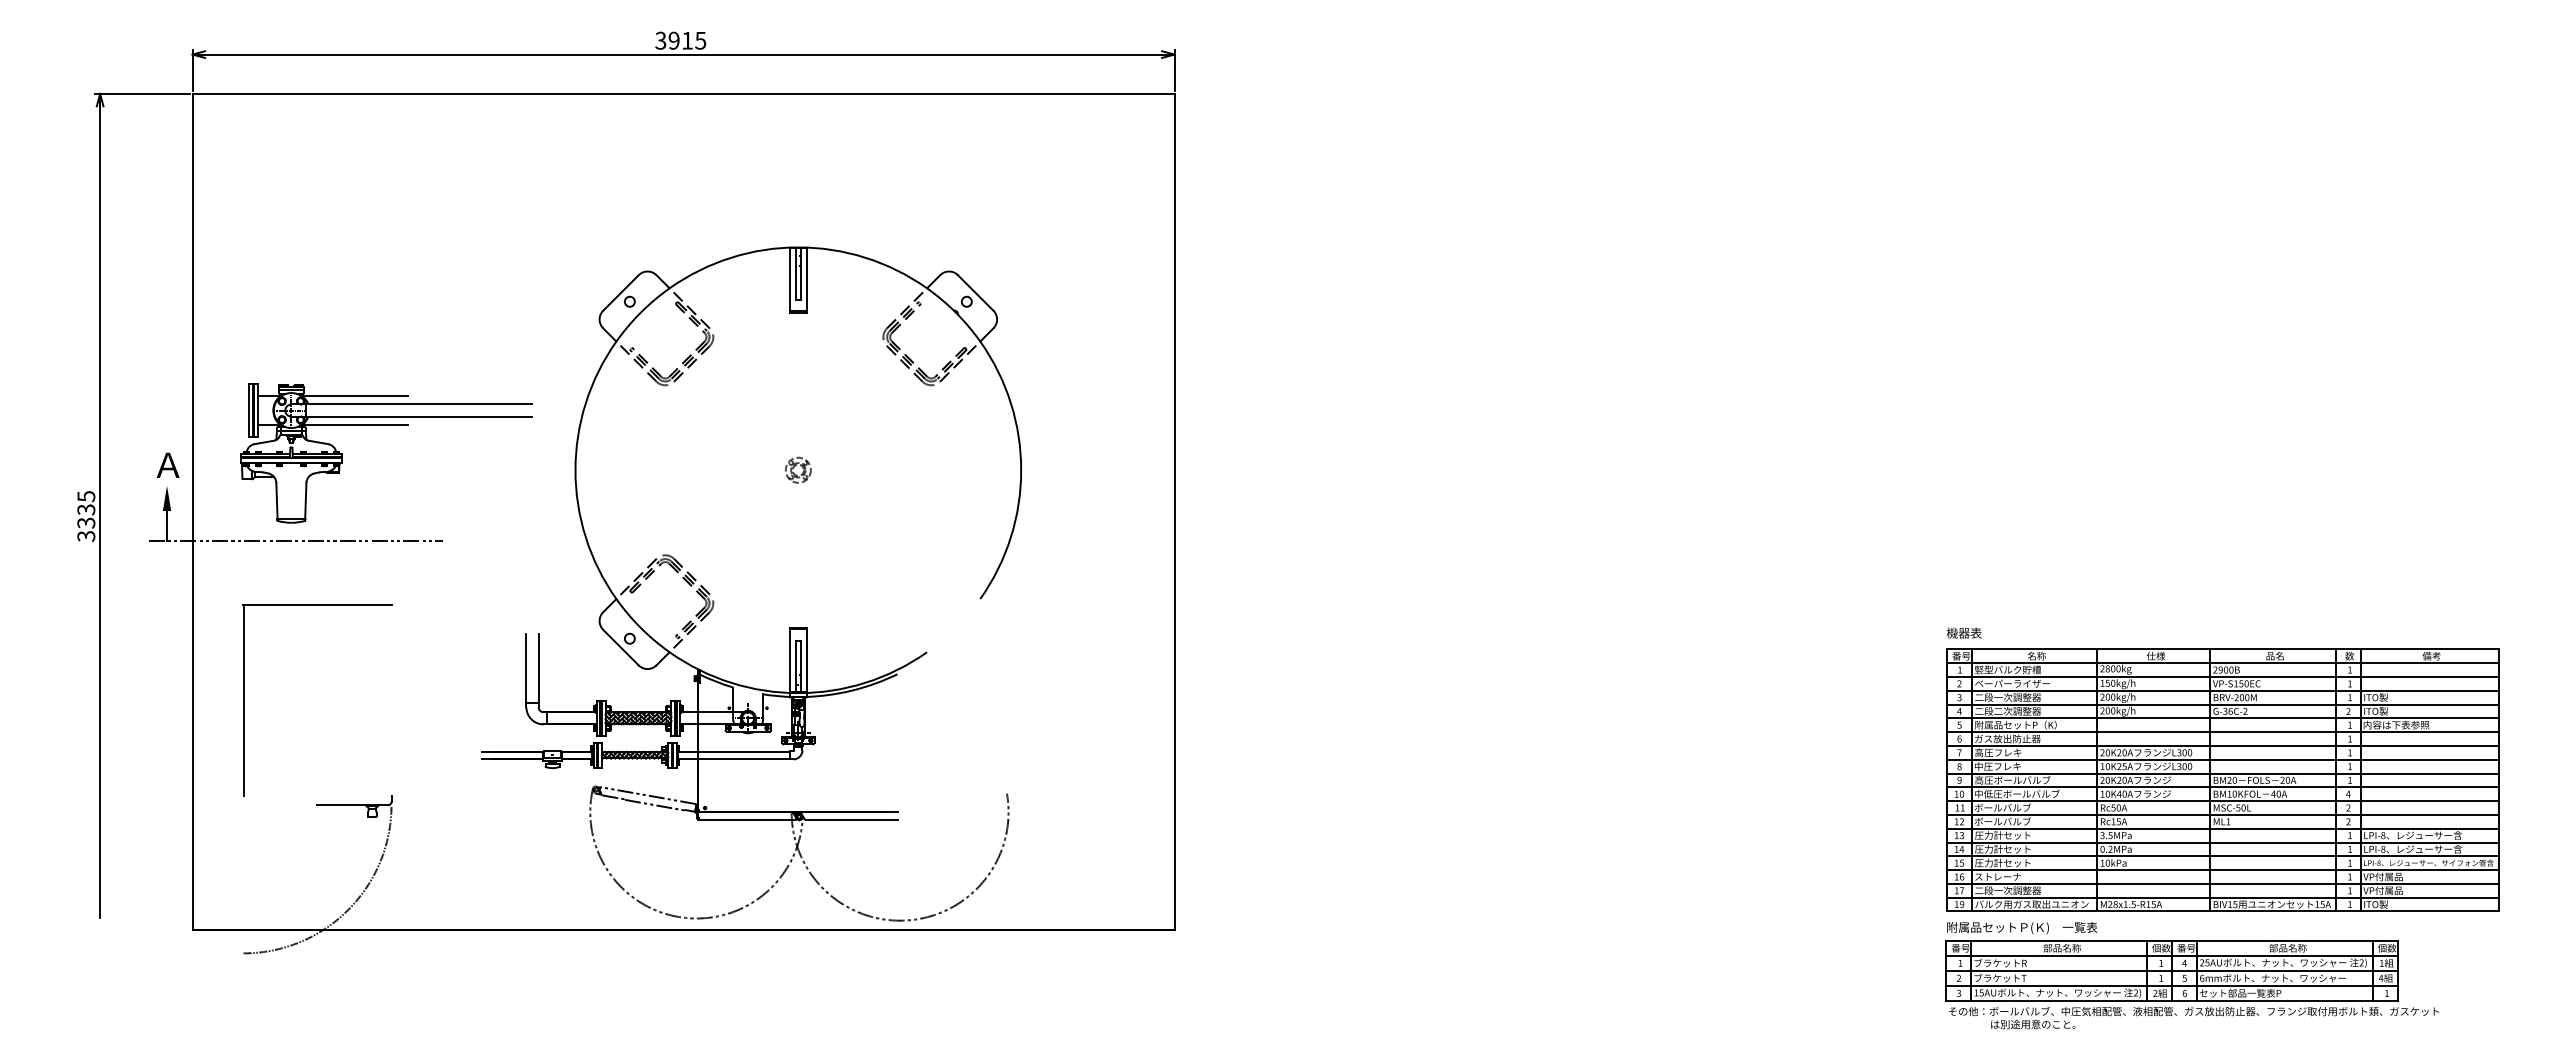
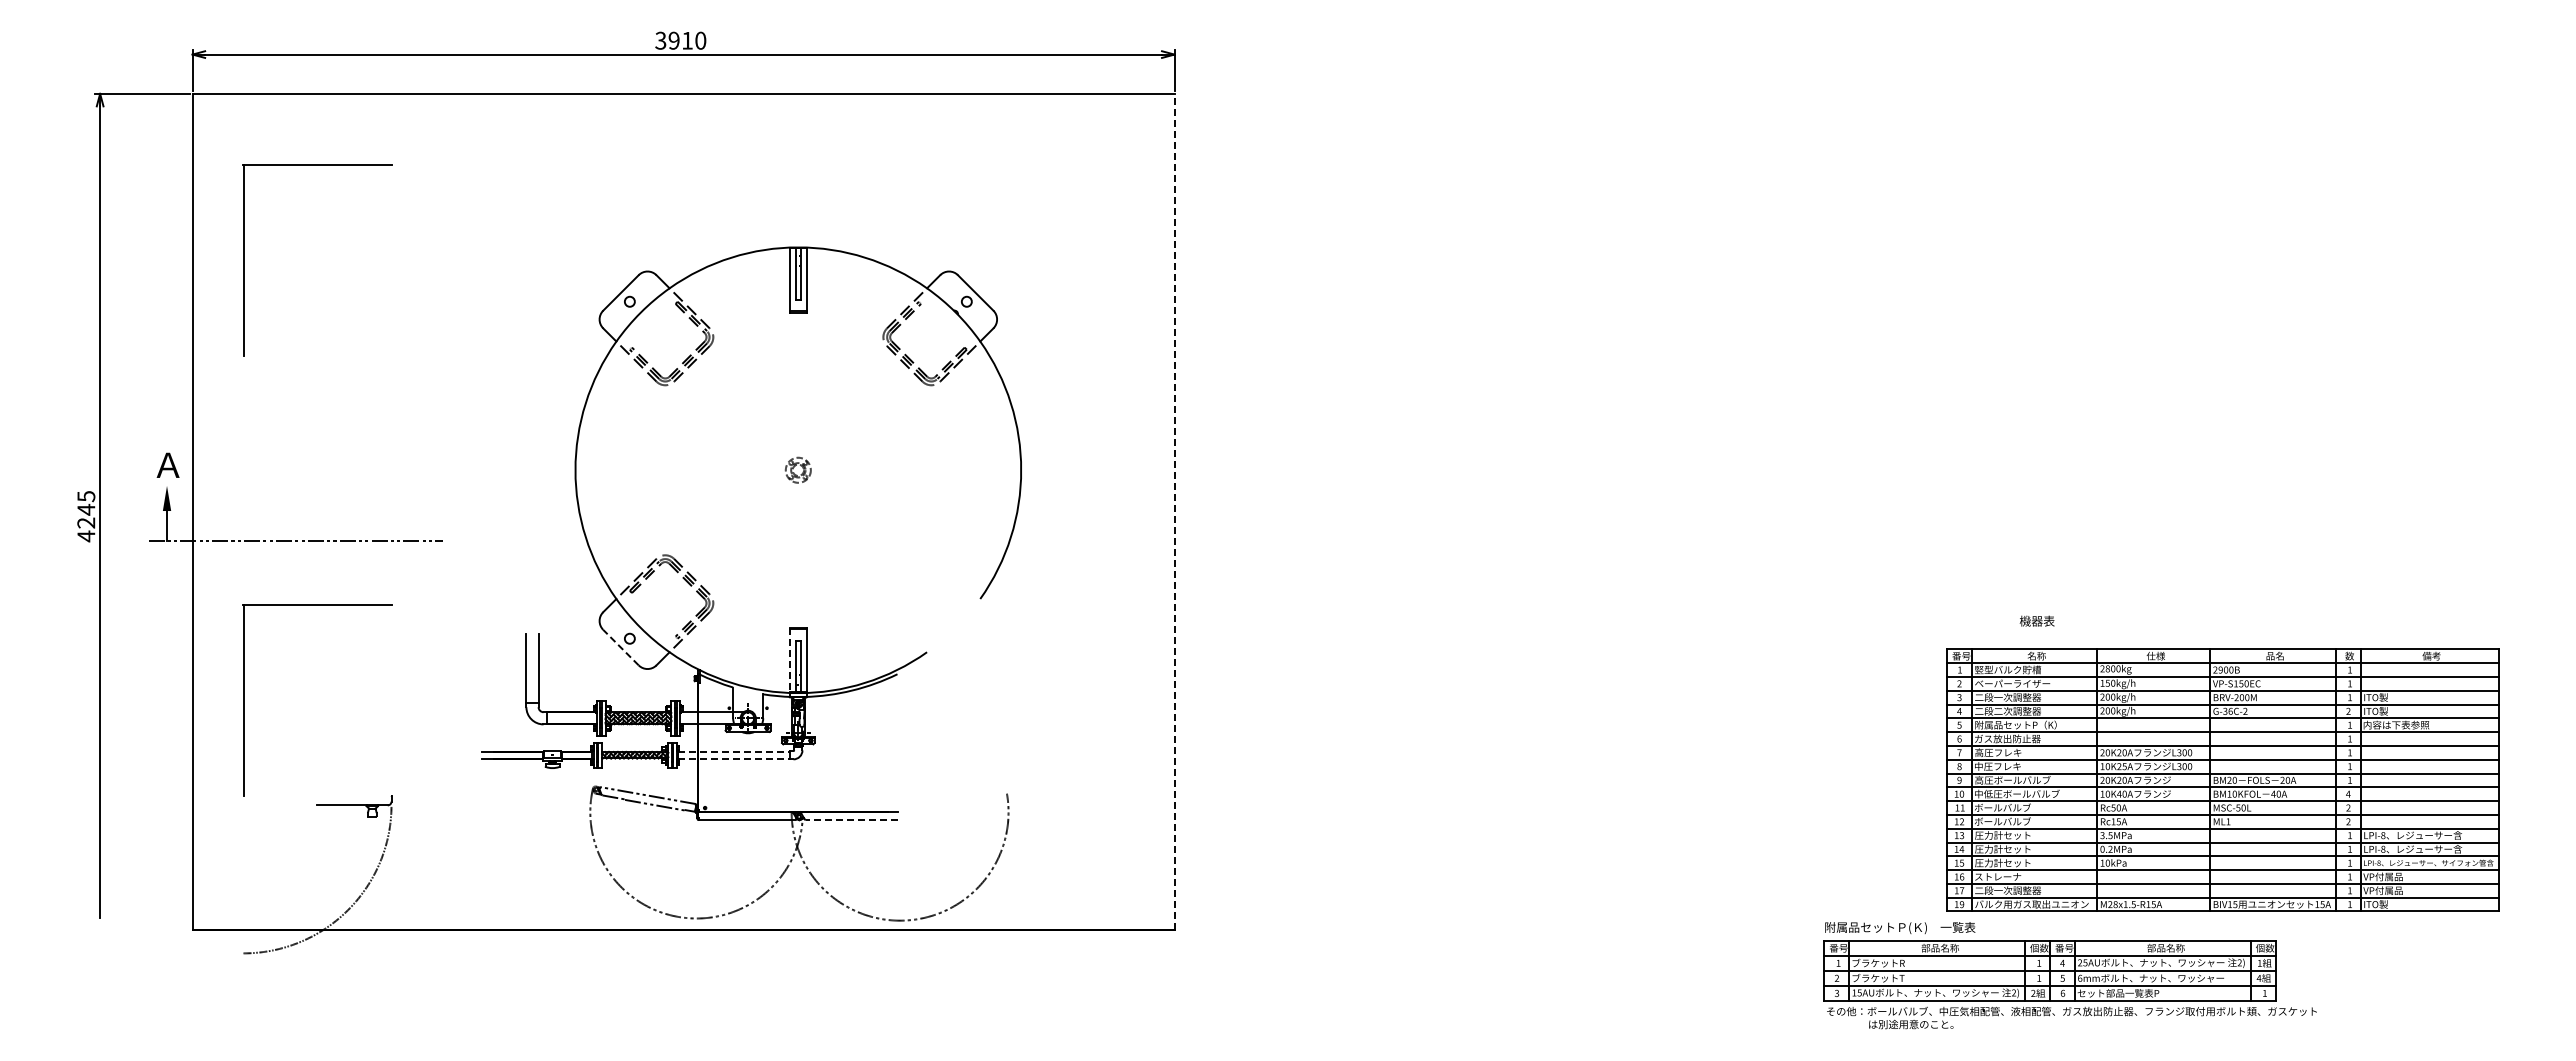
text at (700, 40): 3915 -> 3910
part at (244, 260): none -> present
part at (386, 425): present -> none
line at (1174, 511): solid -> dashed
text at (86, 522): 3335 -> 4245
text at (1963, 632) position: (1963, 632) -> (2036, 620)
line at (620, 647): solid -> dashed
line at (790, 660): solid -> dashed
line at (734, 751): solid -> dashed
line at (734, 758): solid -> dashed
line at (851, 820): solid -> dashed
part at (2191, 975) position: (2191, 975) -> (2069, 975)
